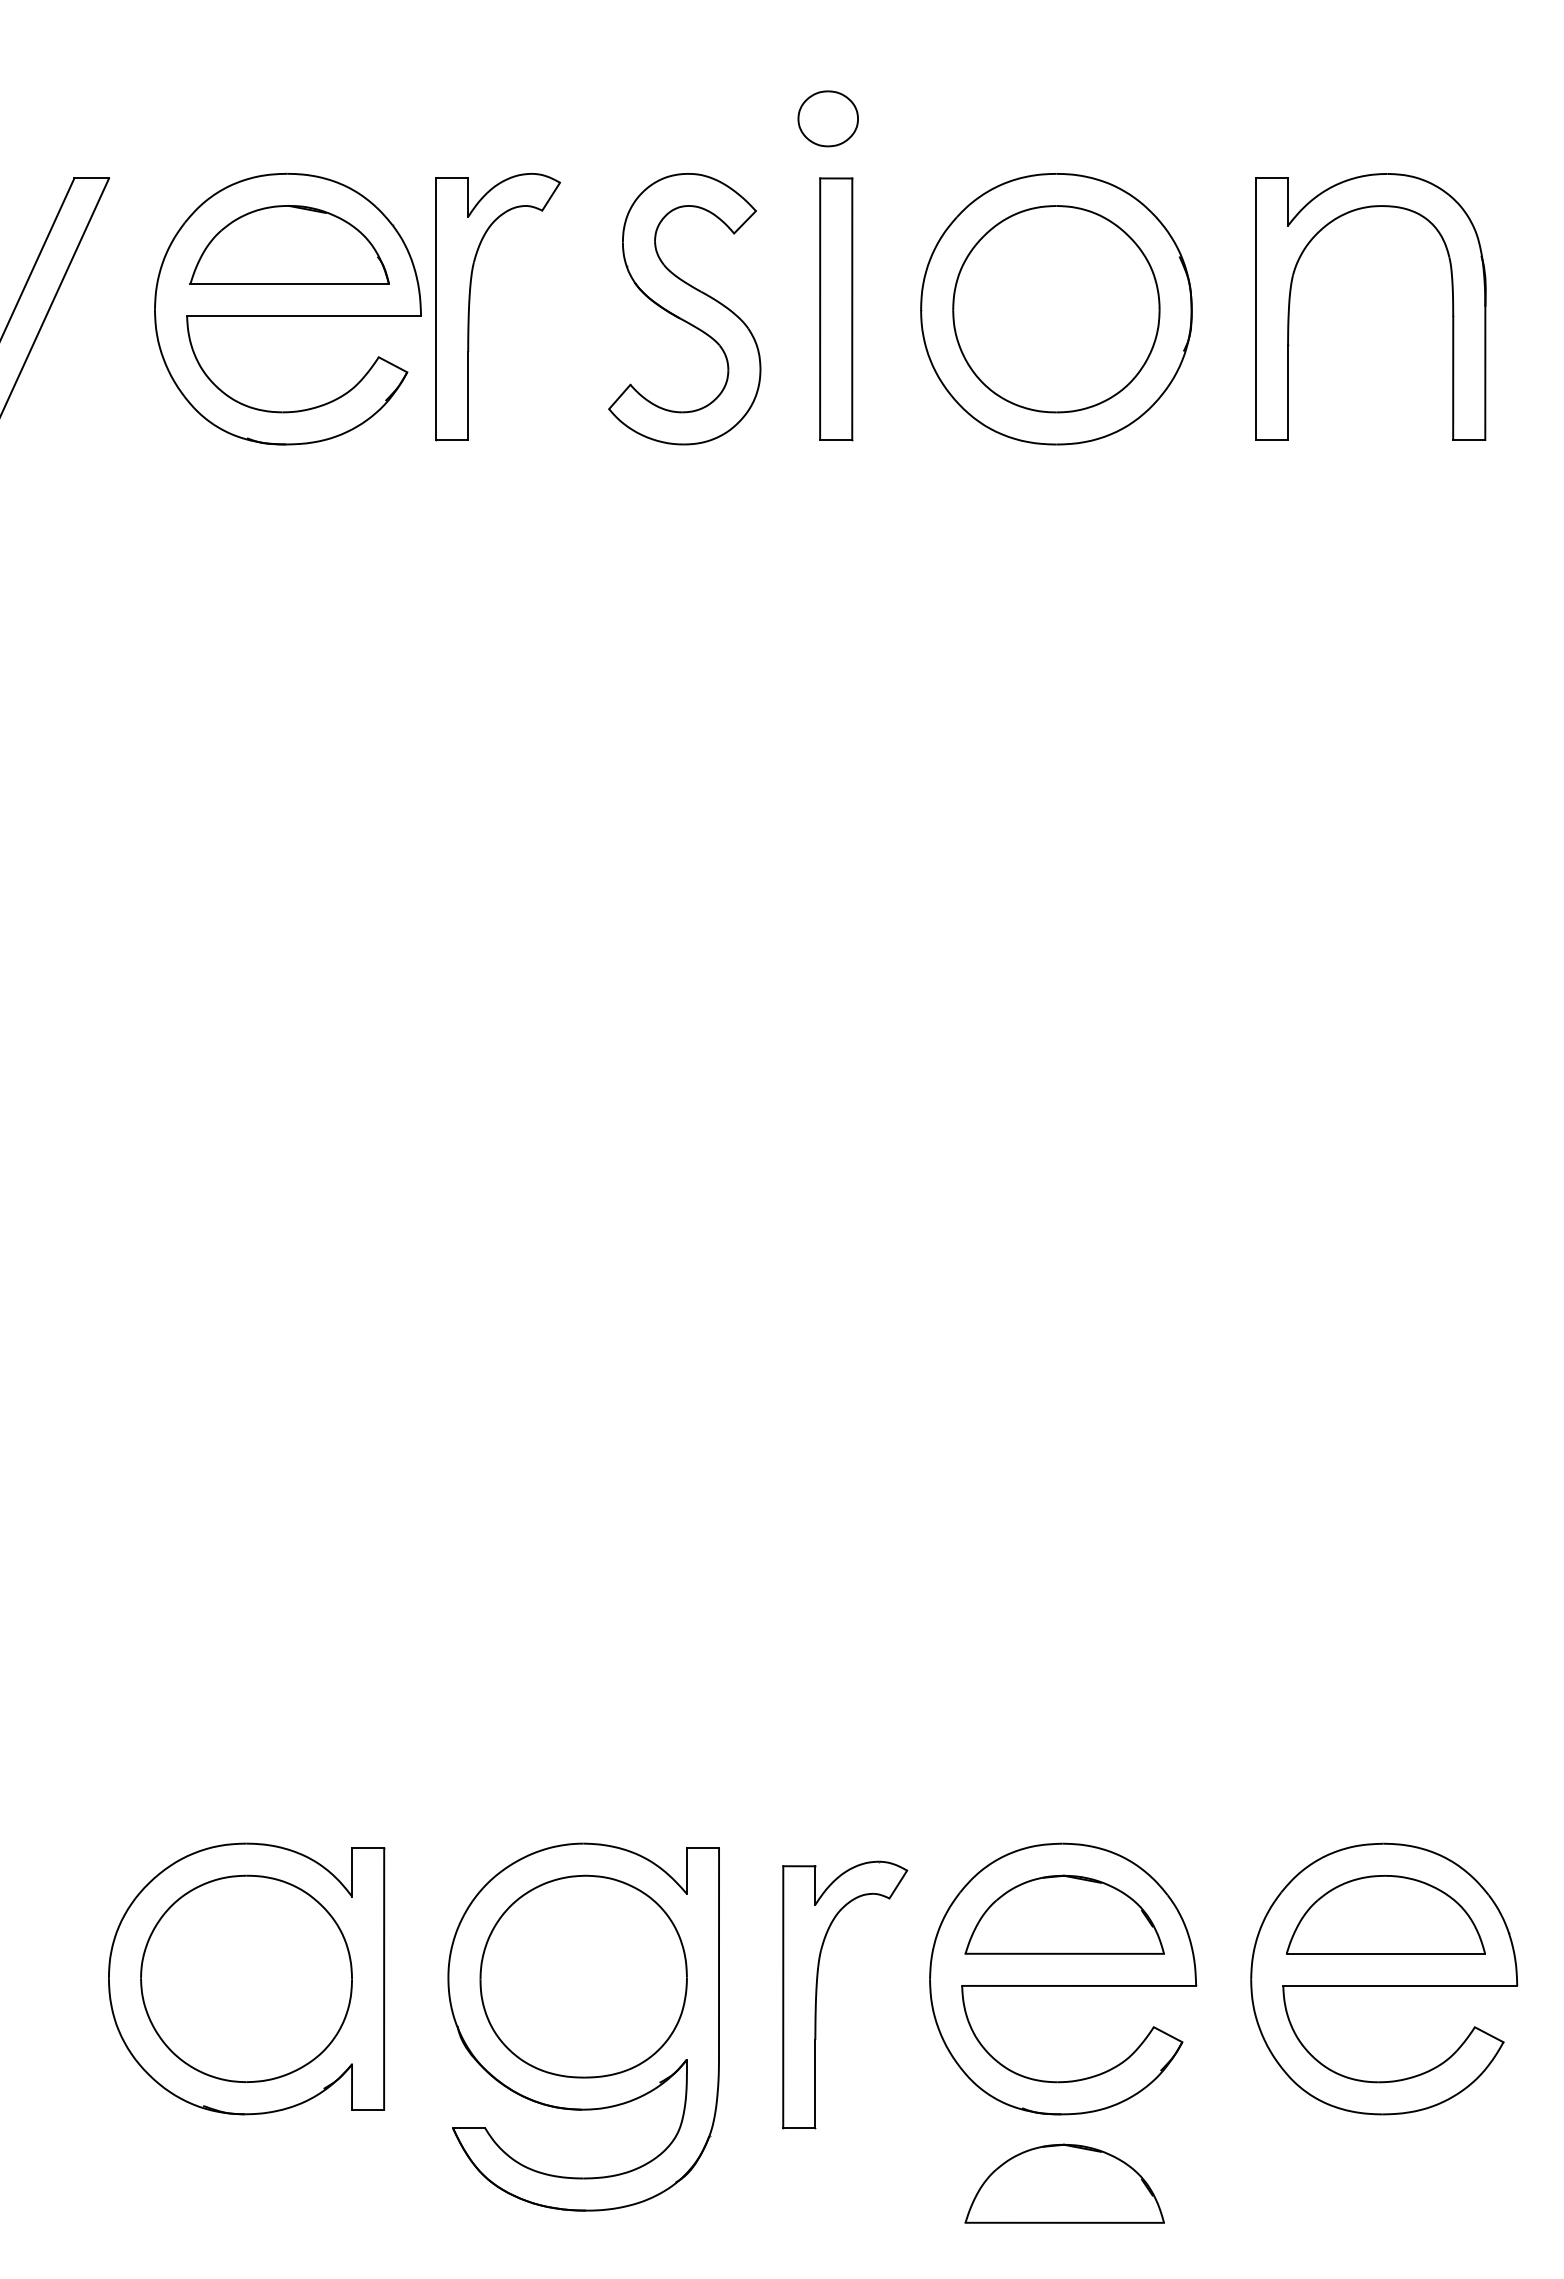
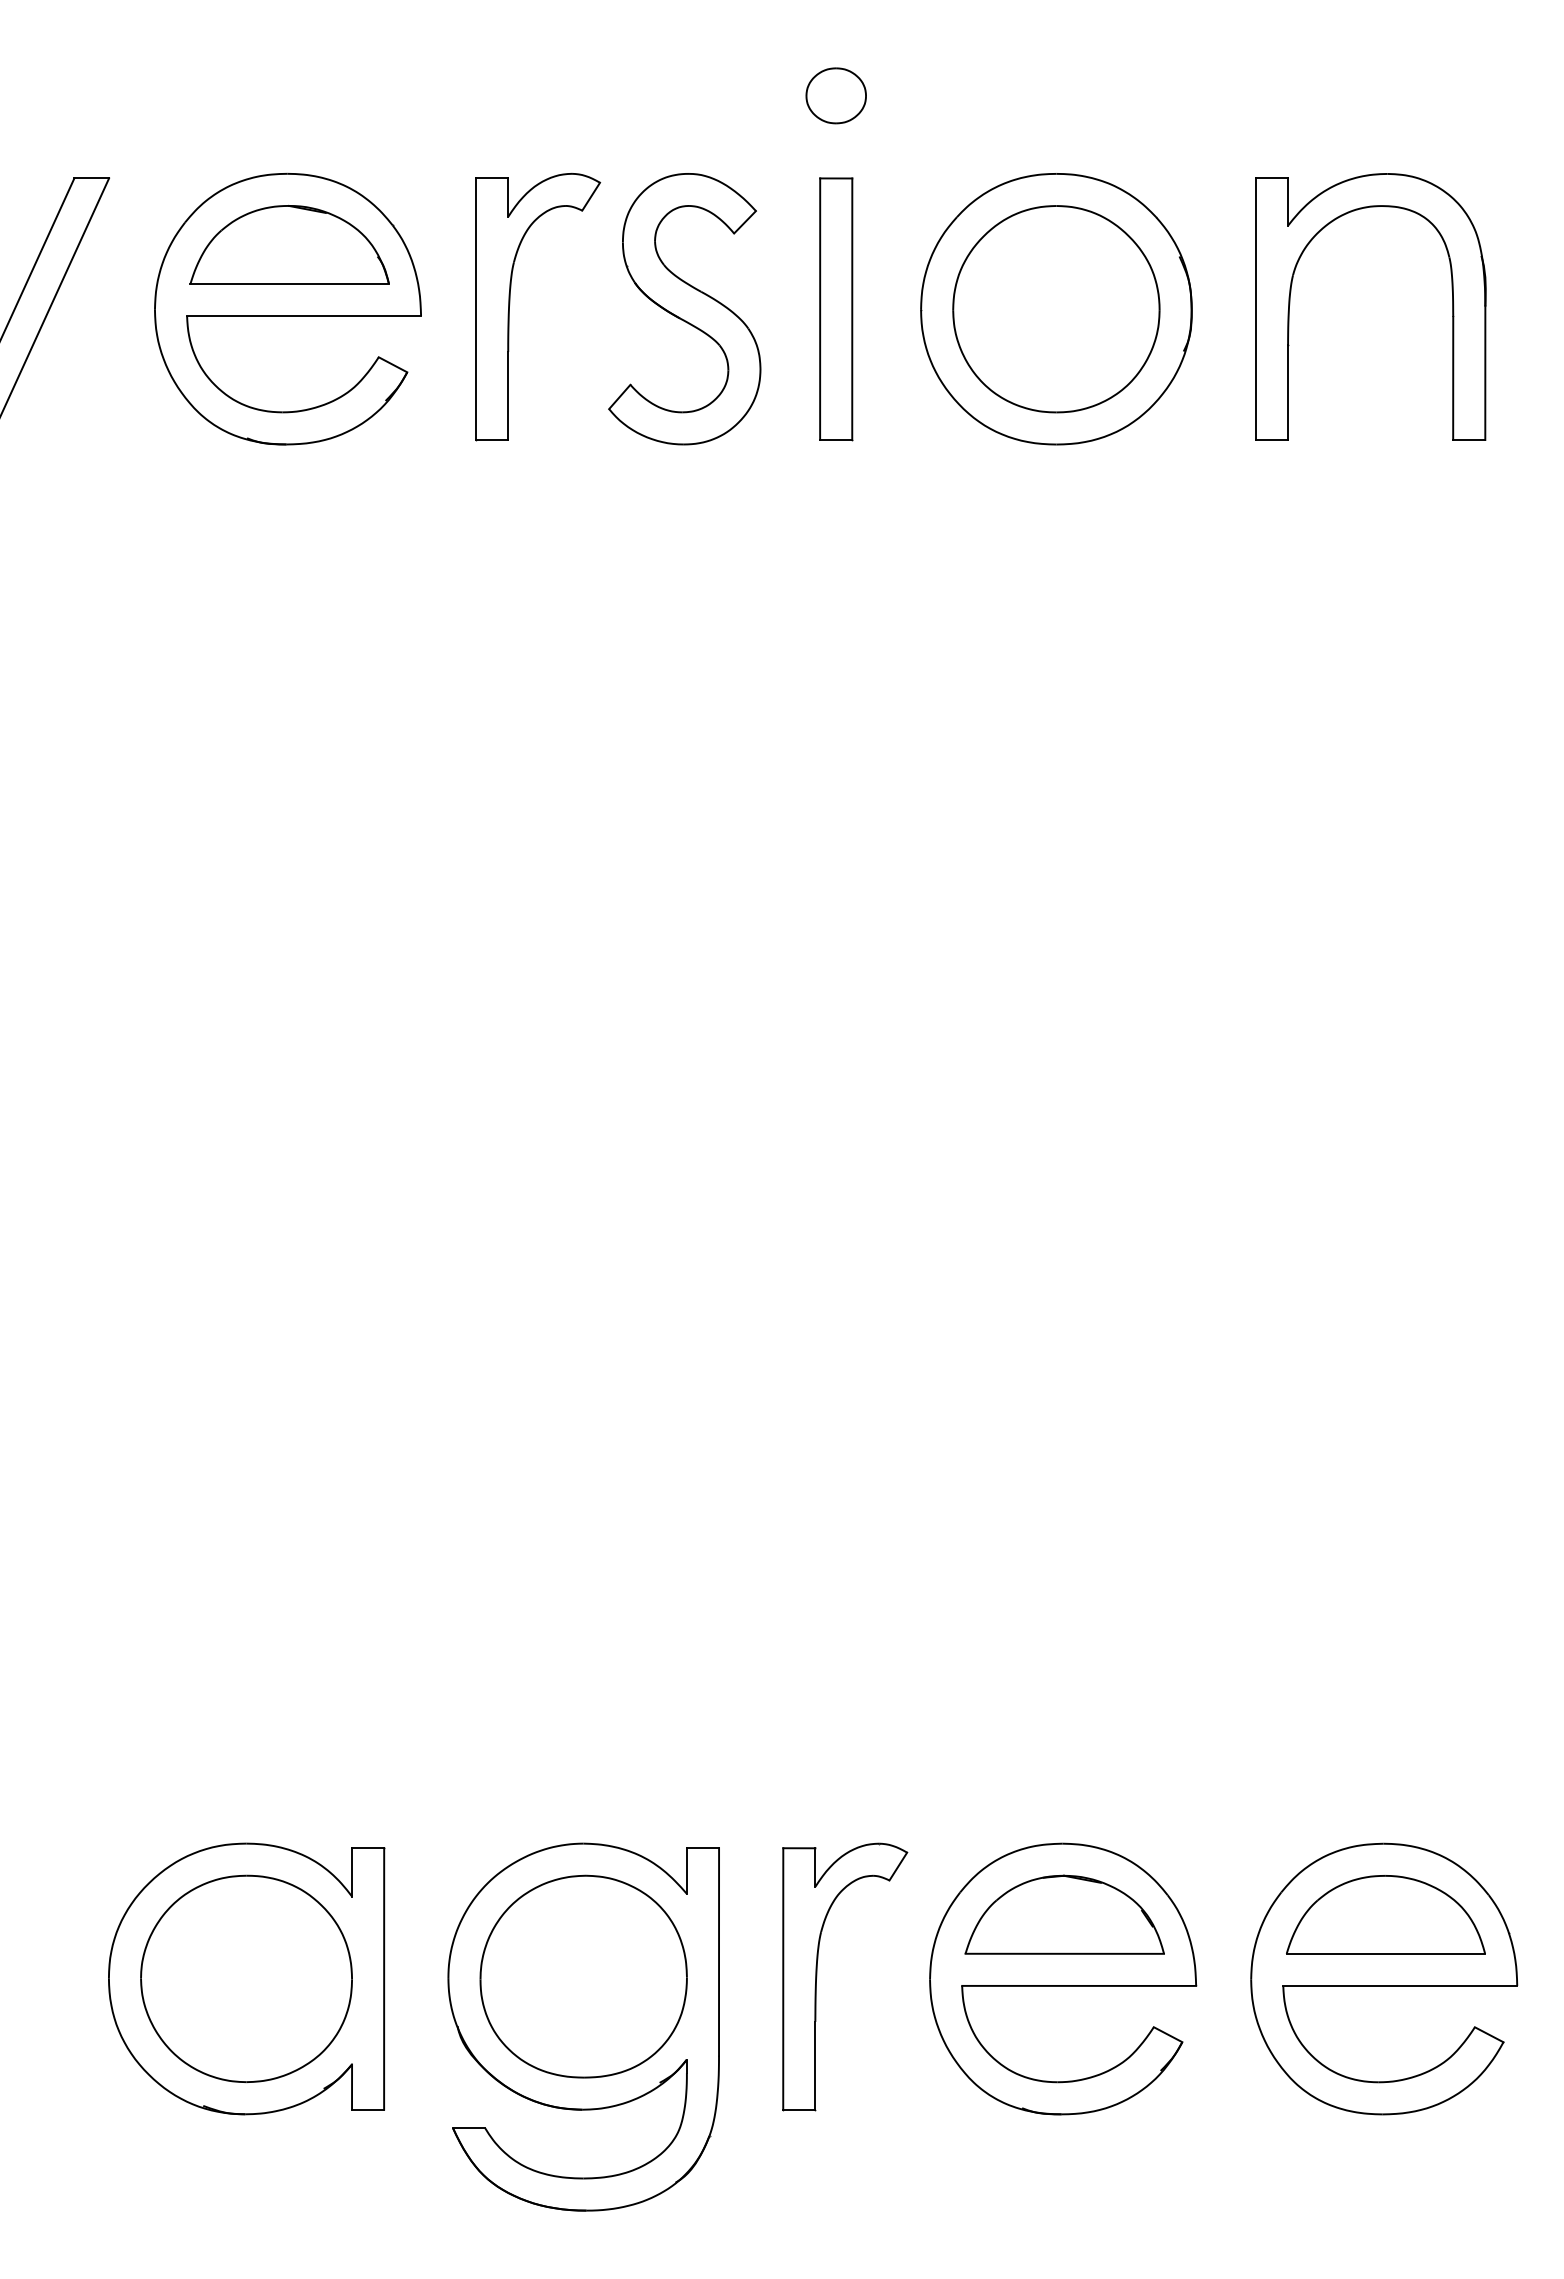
part at (827, 118) position: (827, 118) -> (835, 95)
part at (470, 304) position: (470, 304) -> (510, 304)
part at (817, 1994) position: (817, 1994) -> (817, 1976)
part at (1064, 2183): present -> none
